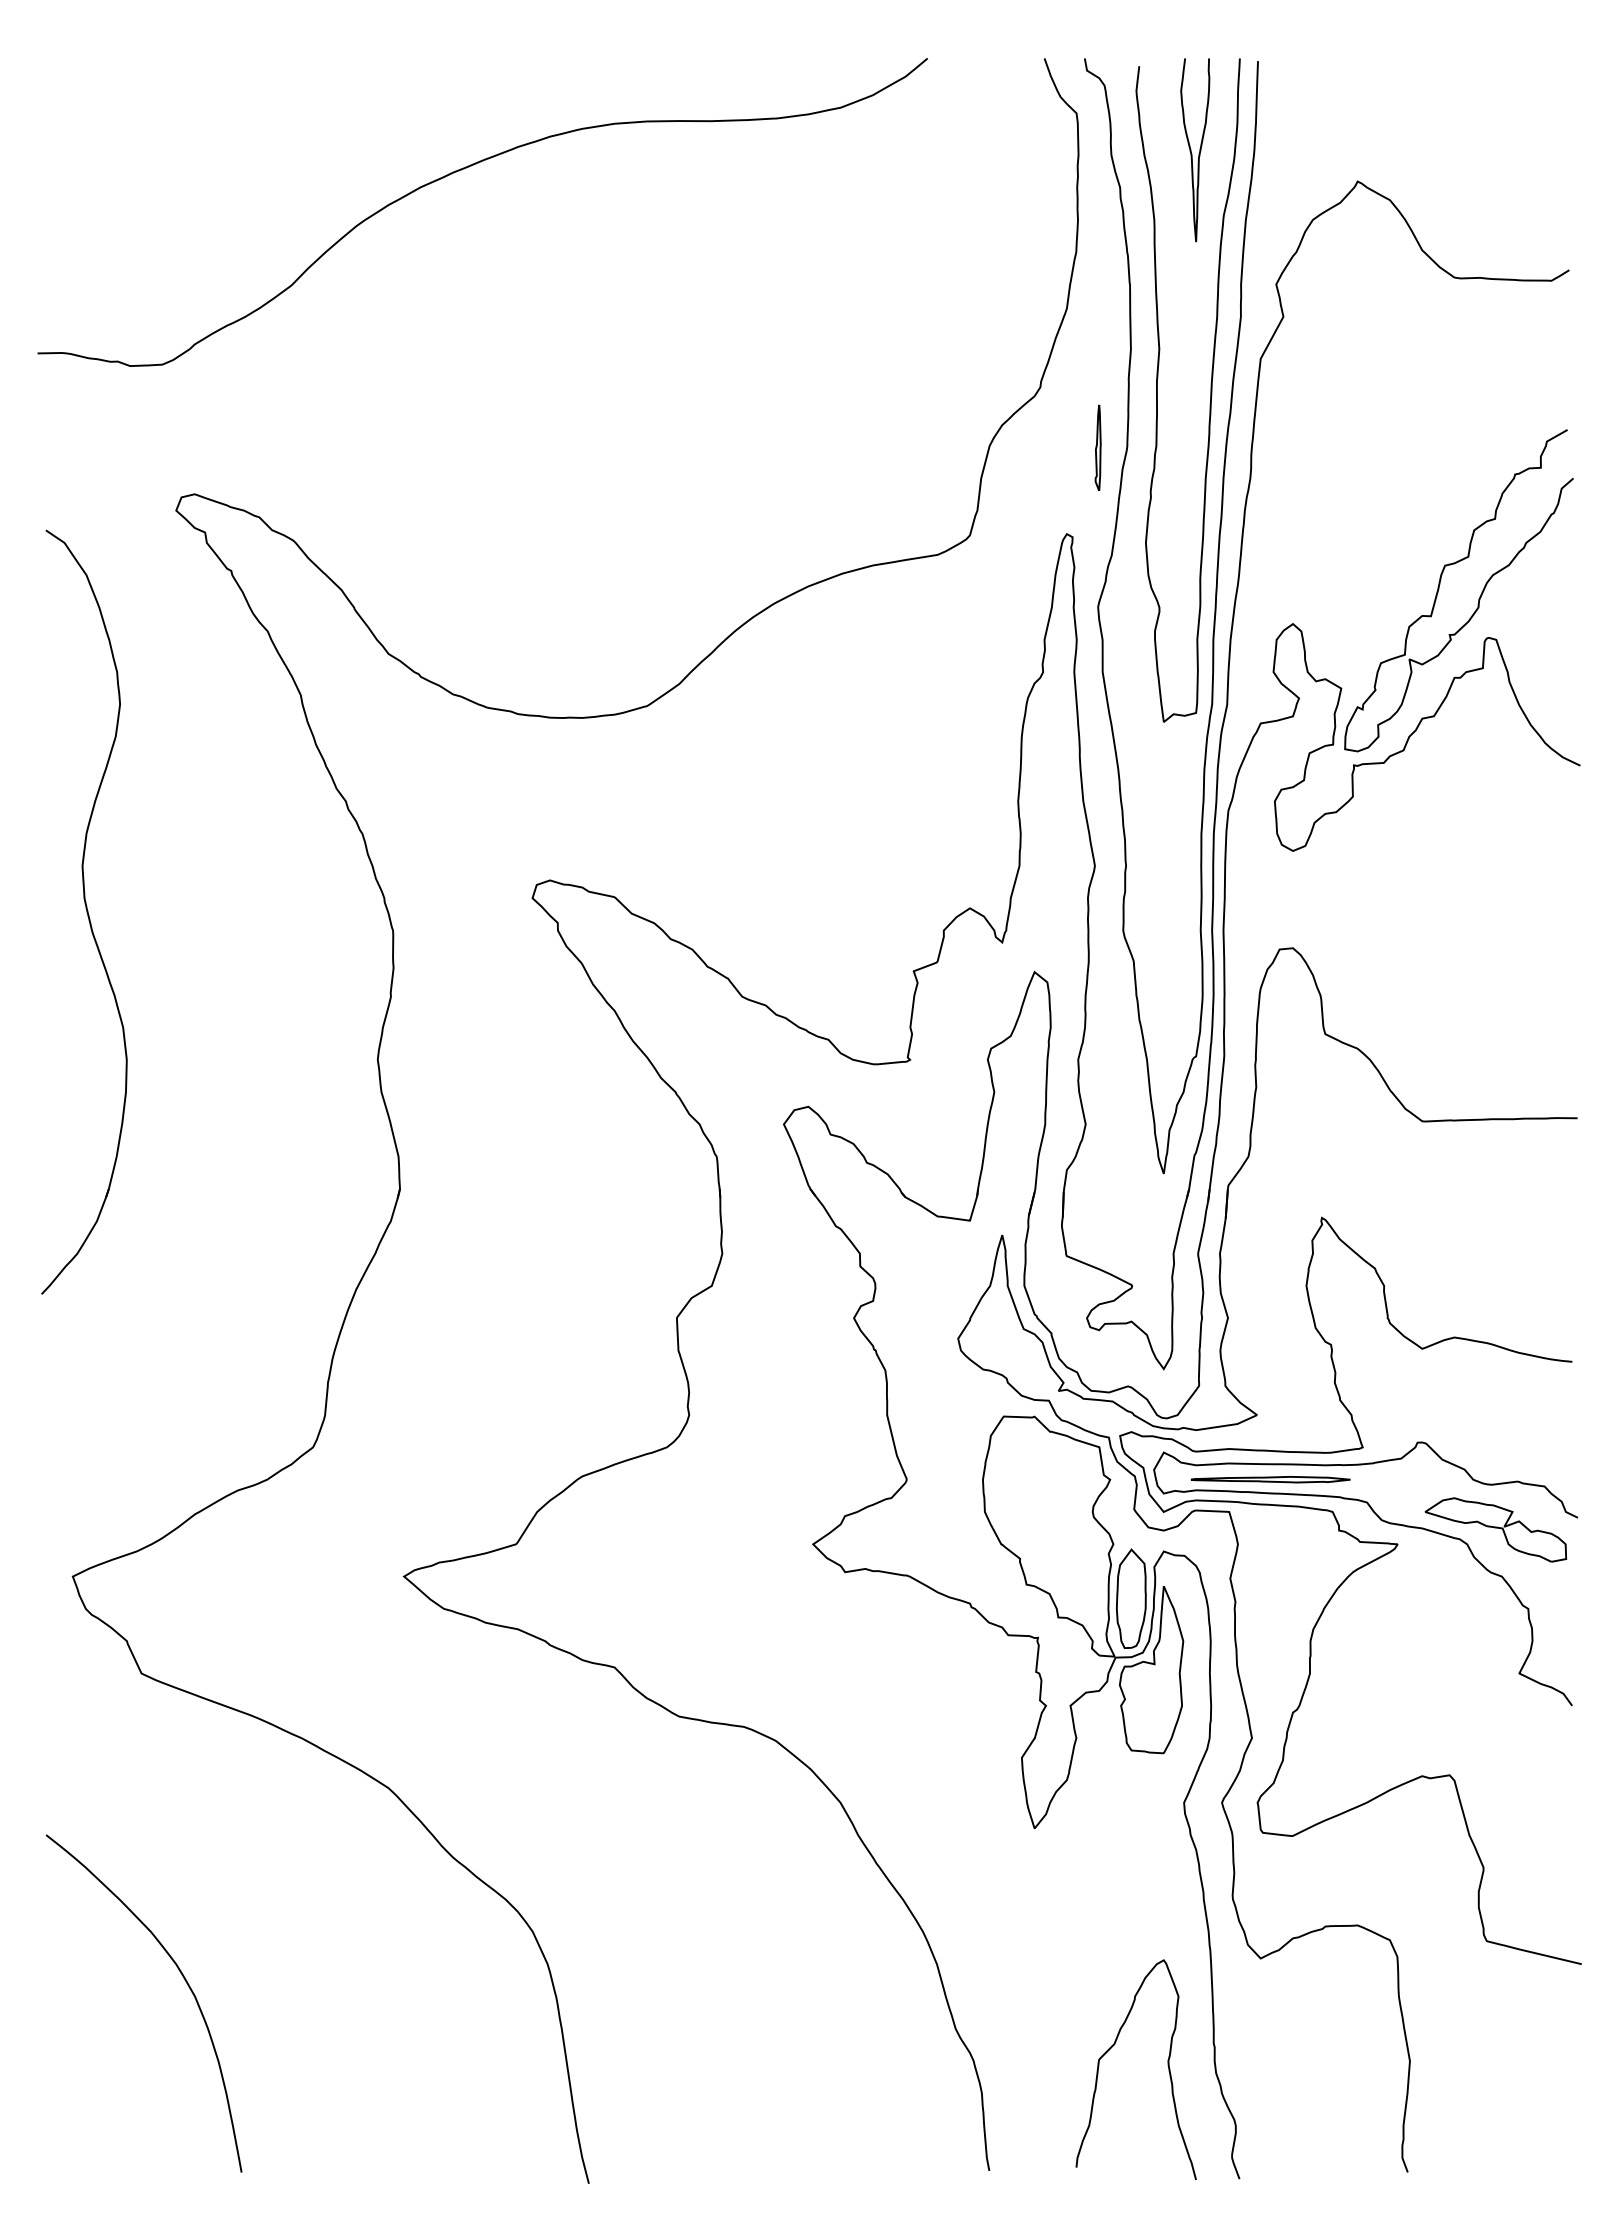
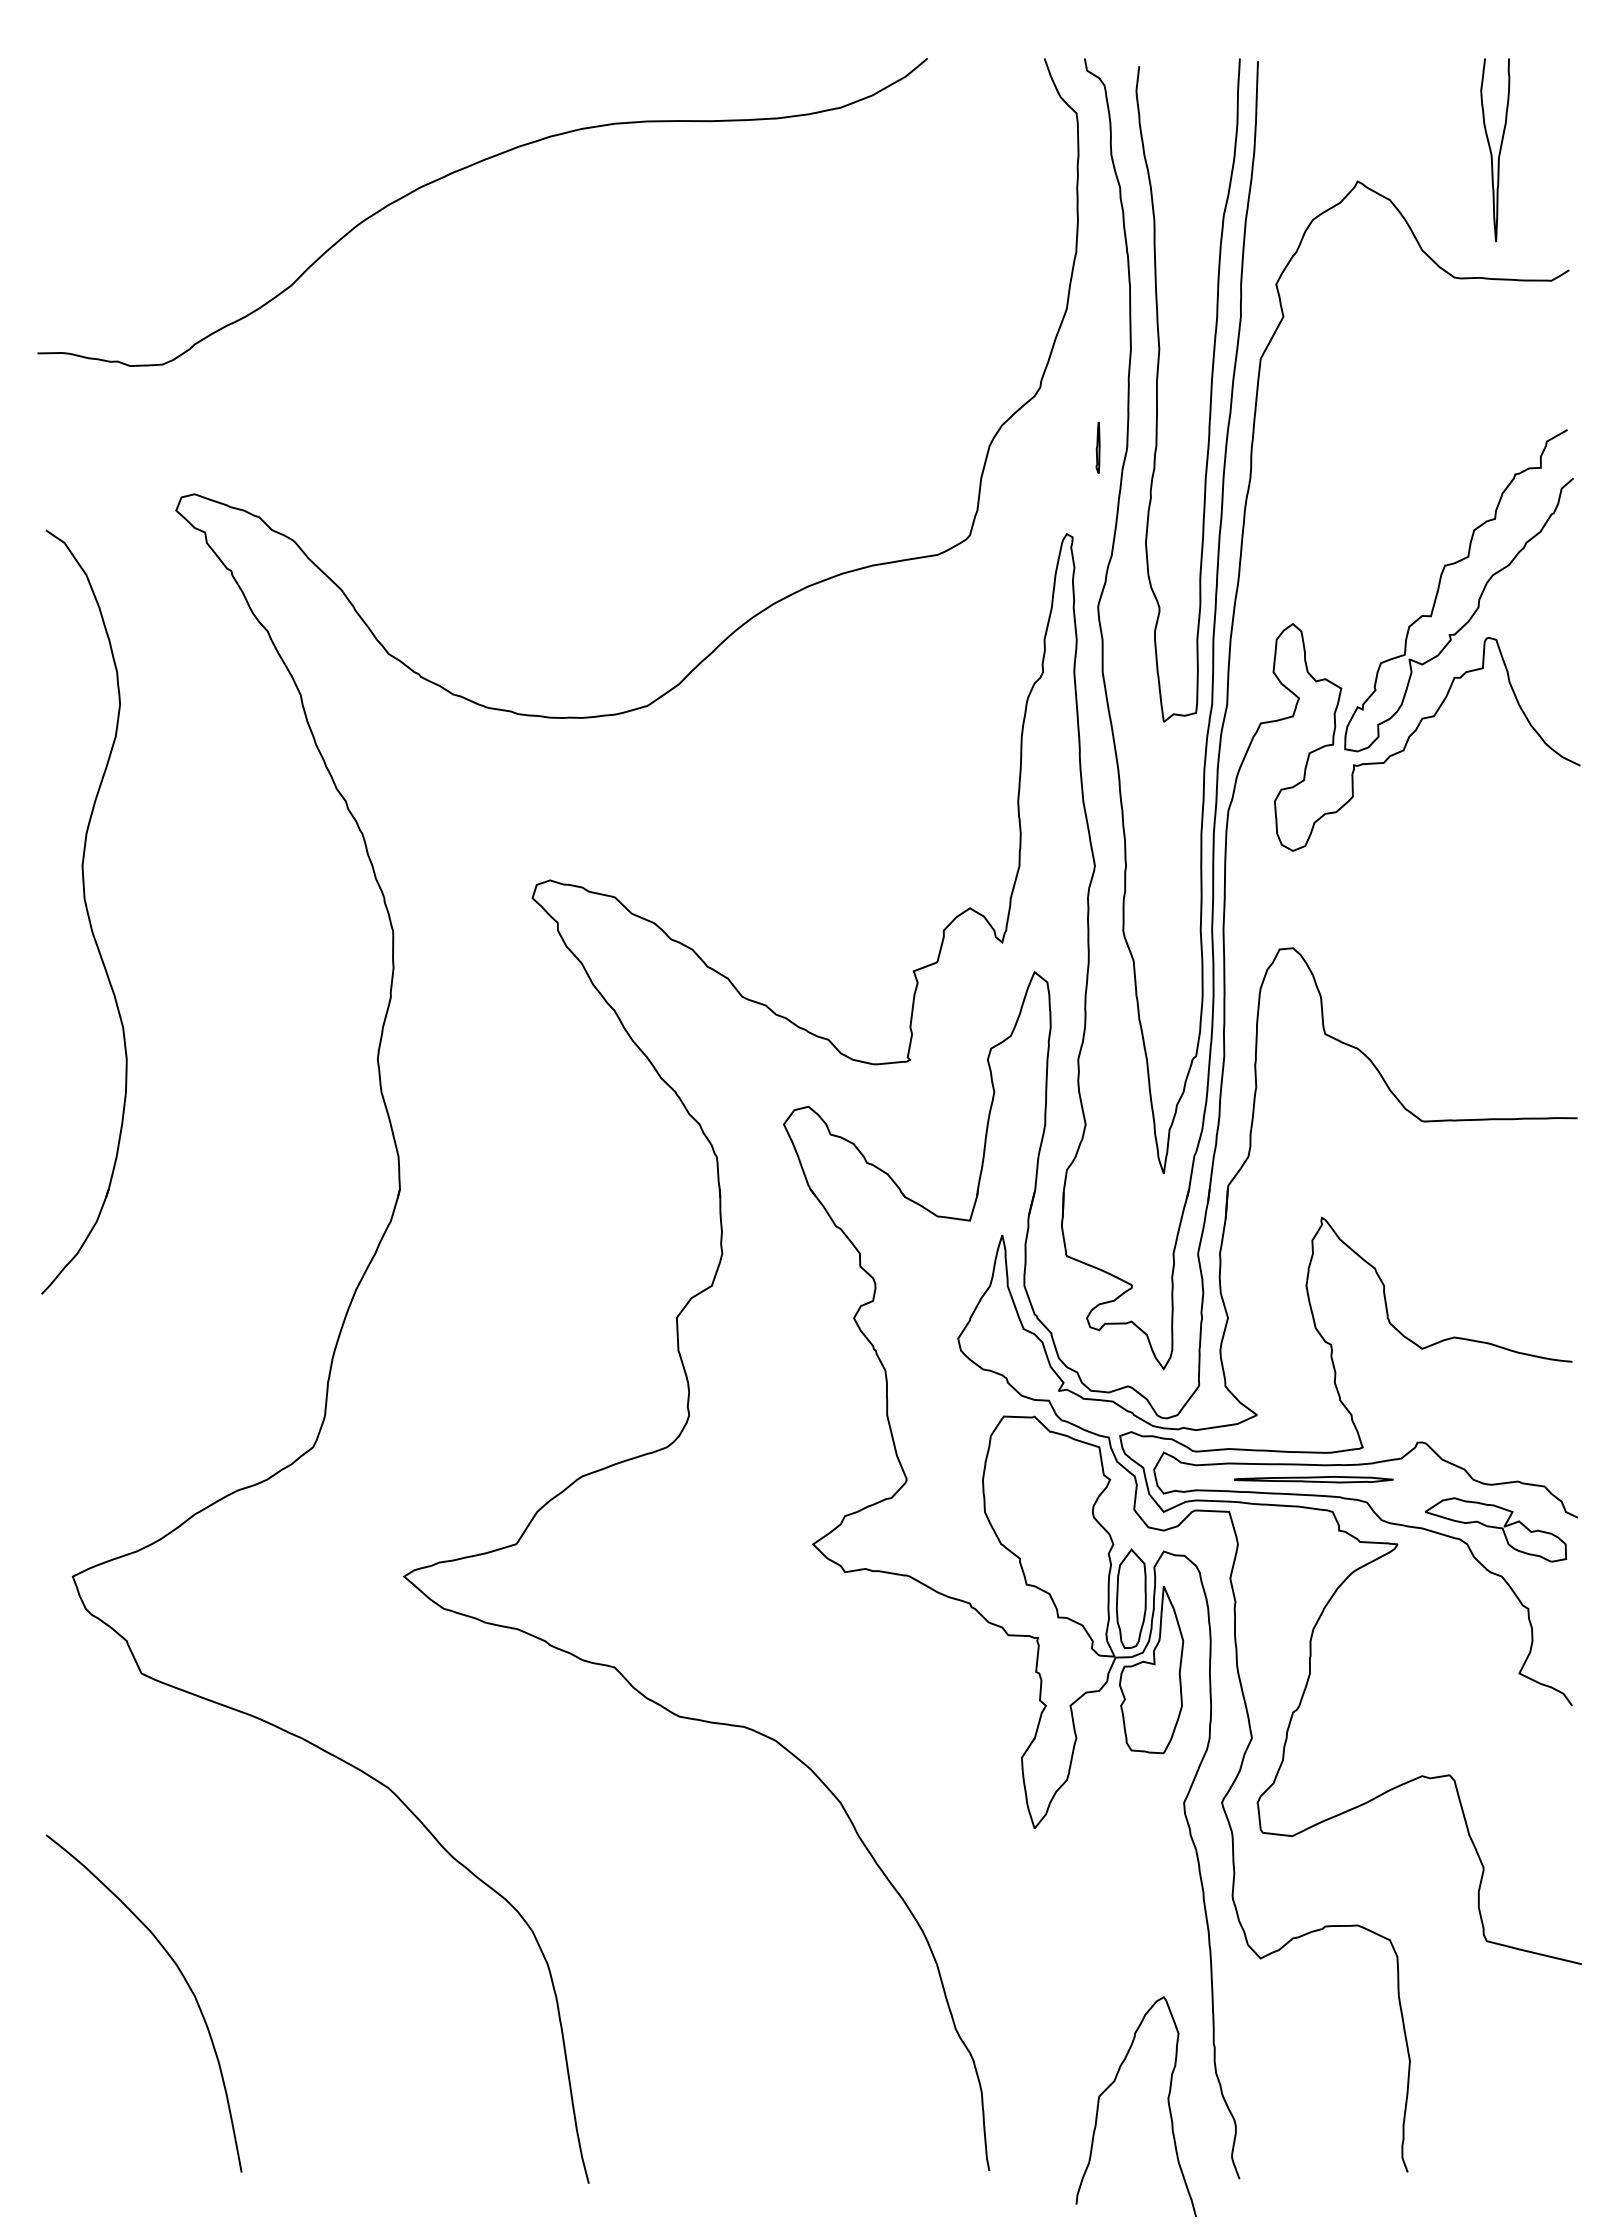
curve at (1191, 150) position: (1191, 150) -> (1491, 150)
part at (1097, 447) size: 8x87 px -> 6x53 px
part at (1270, 1479) position: (1270, 1479) -> (1313, 1479)
curve at (1113, 2046) position: (1113, 2046) -> (1113, 2083)
